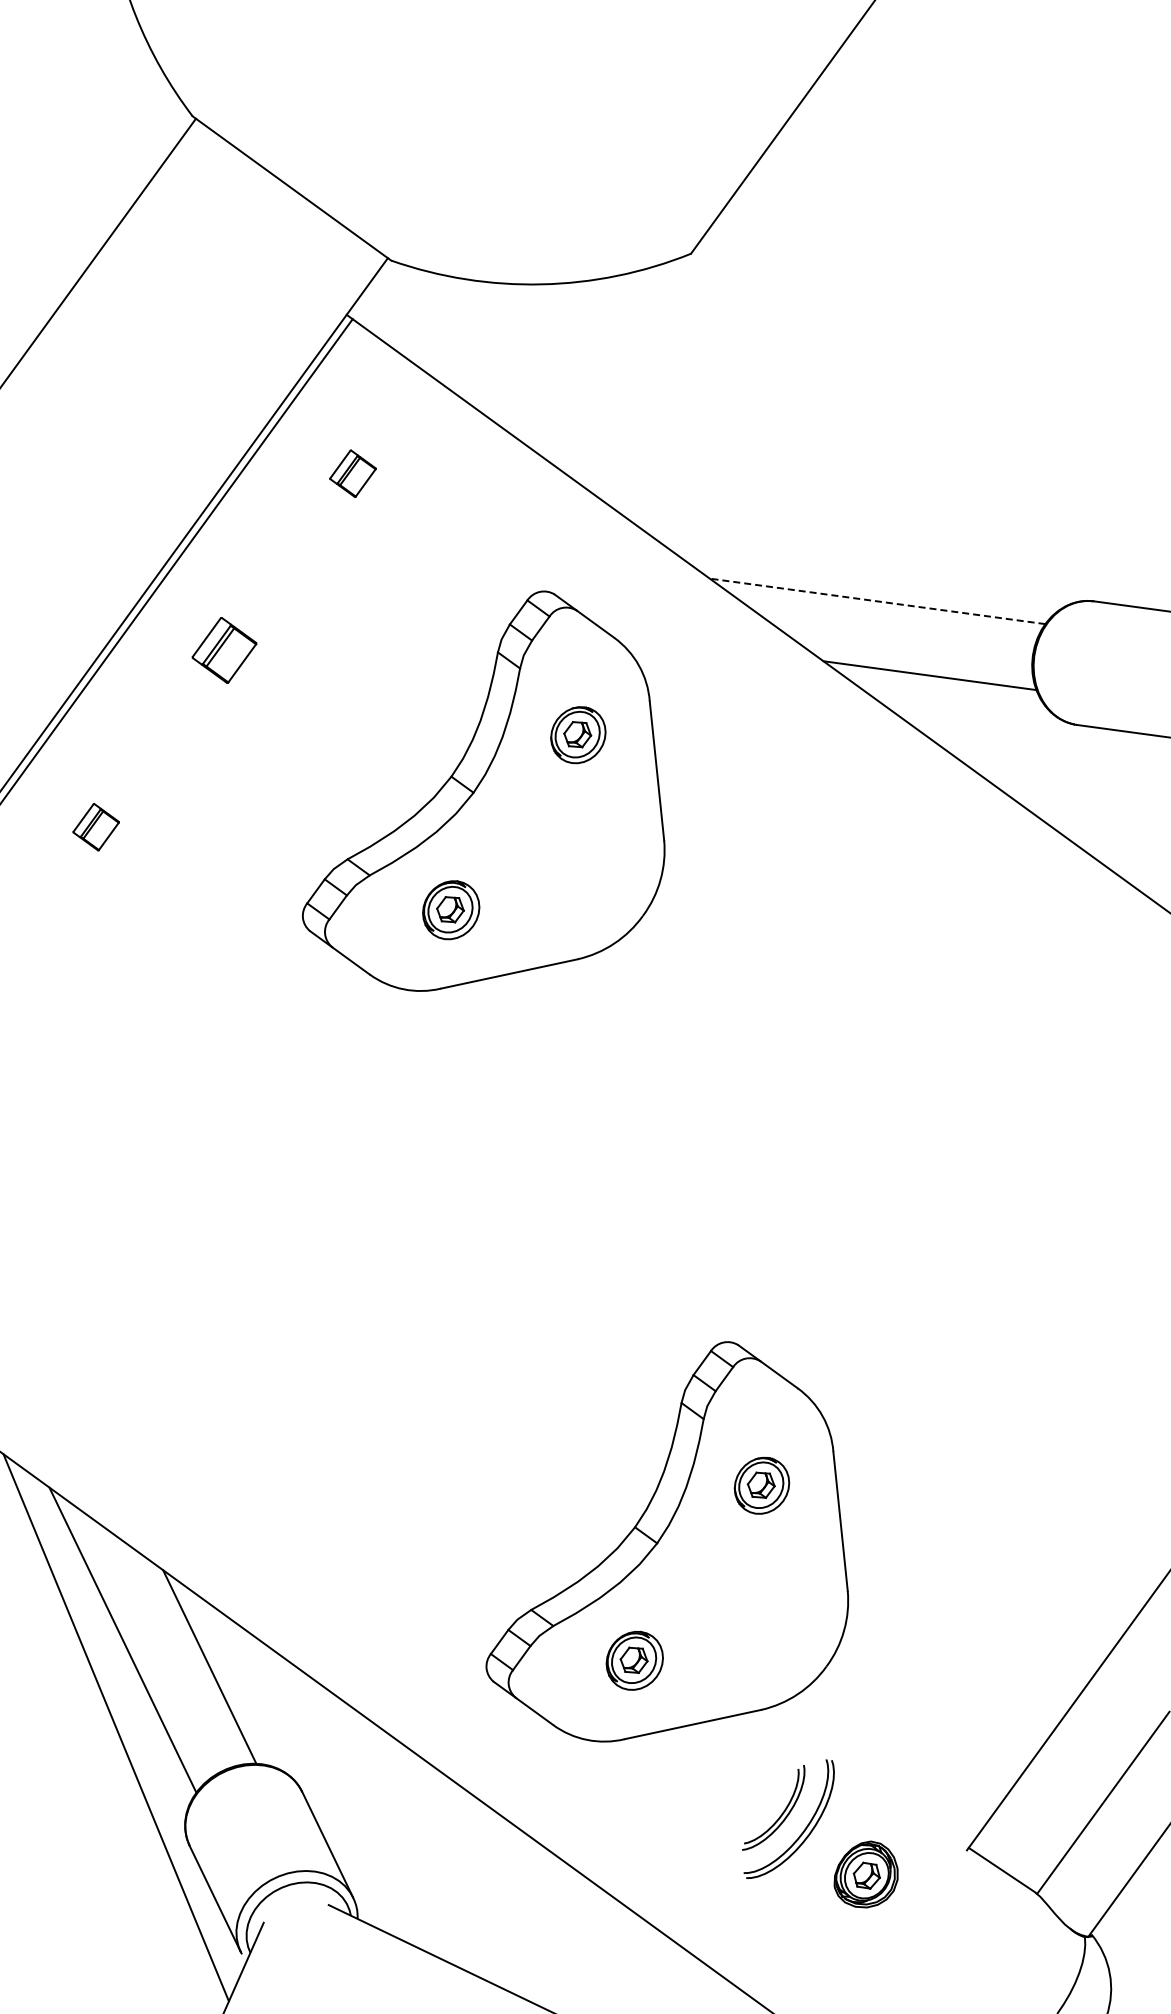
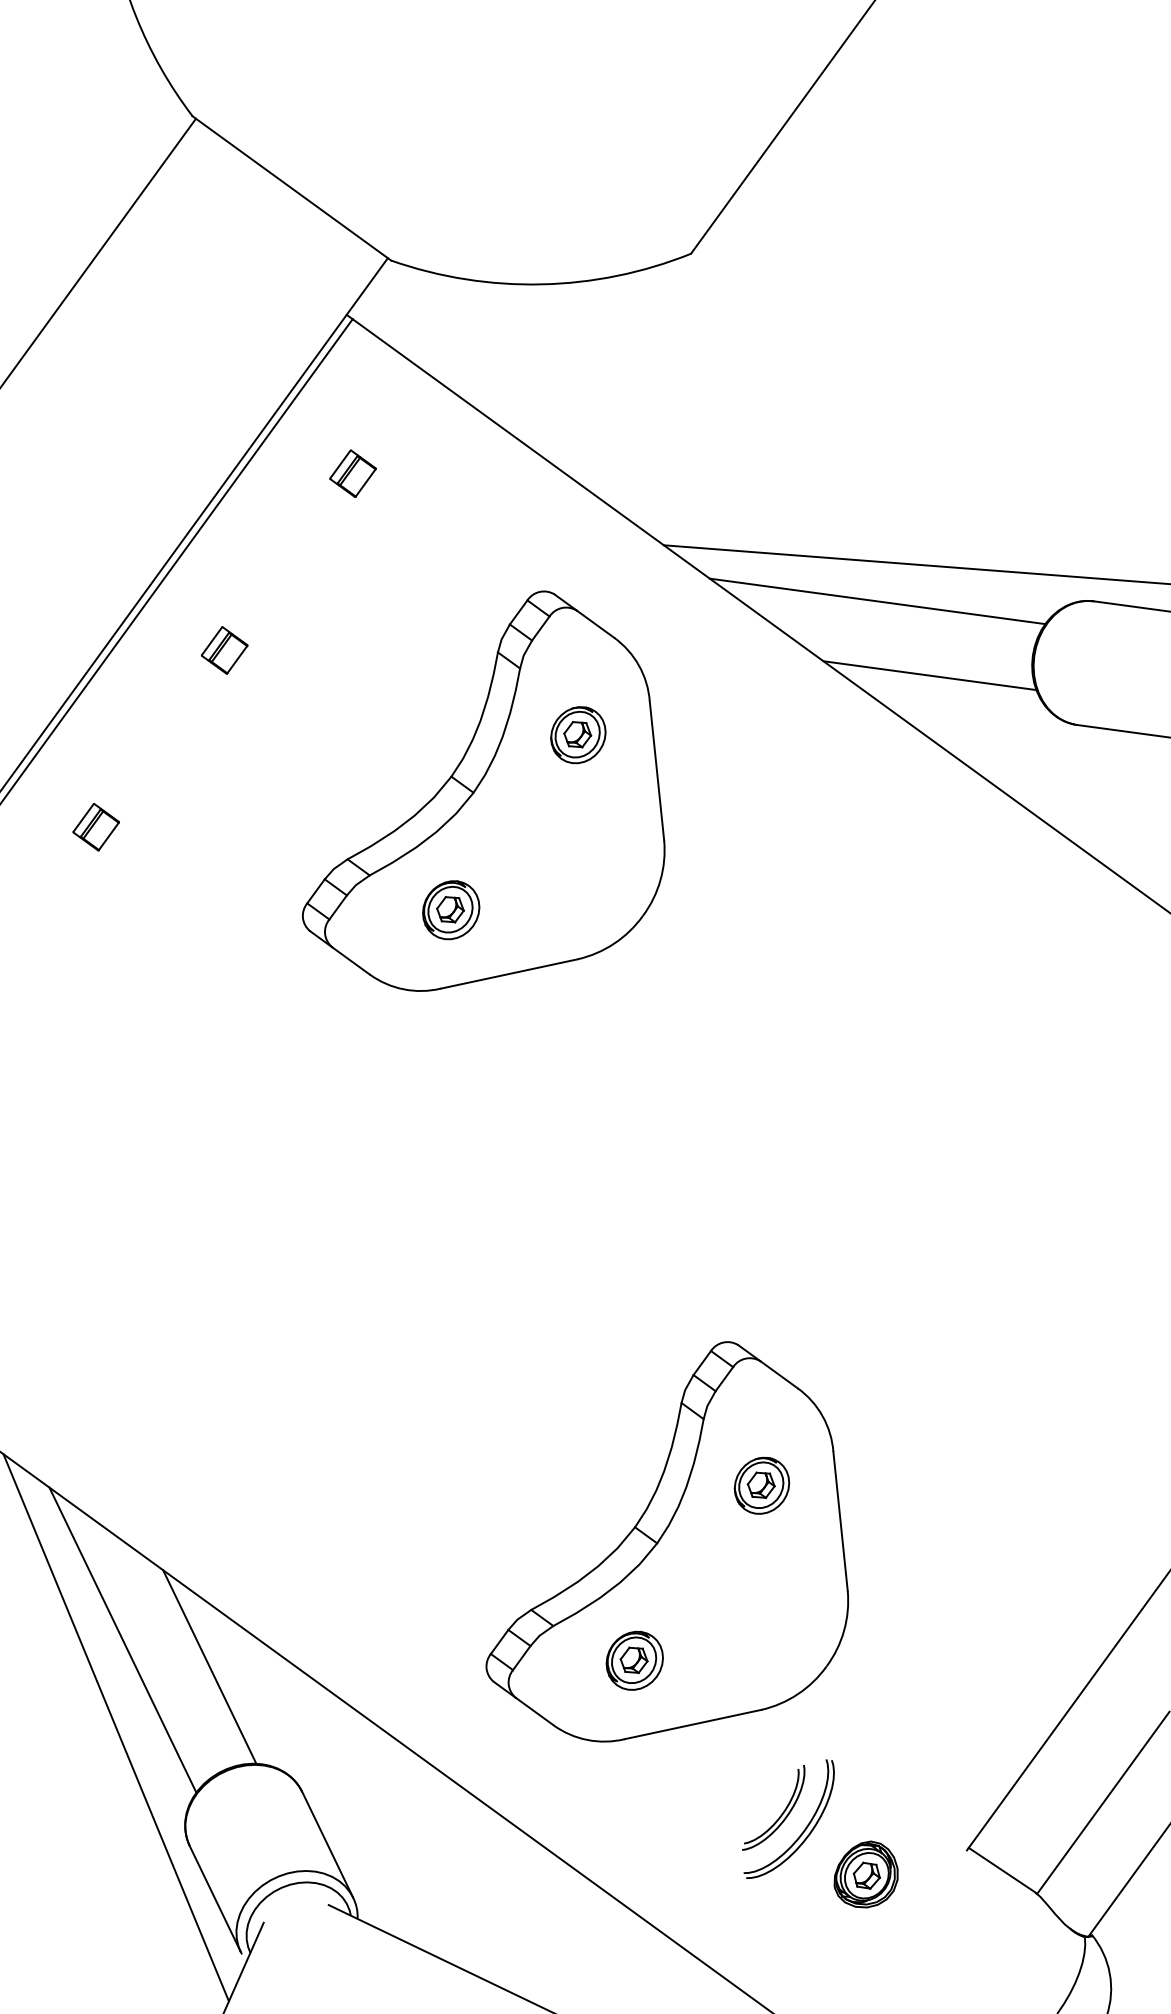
line at (915, 564): none -> present
line at (877, 601): dashed -> solid
part at (224, 650) size: 67x67 px -> 48x49 px
